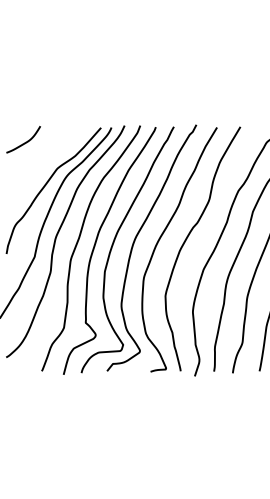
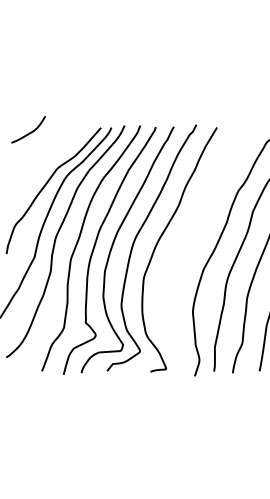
curve at (24, 142) position: (24, 142) -> (29, 132)
curve at (187, 239): present -> none
